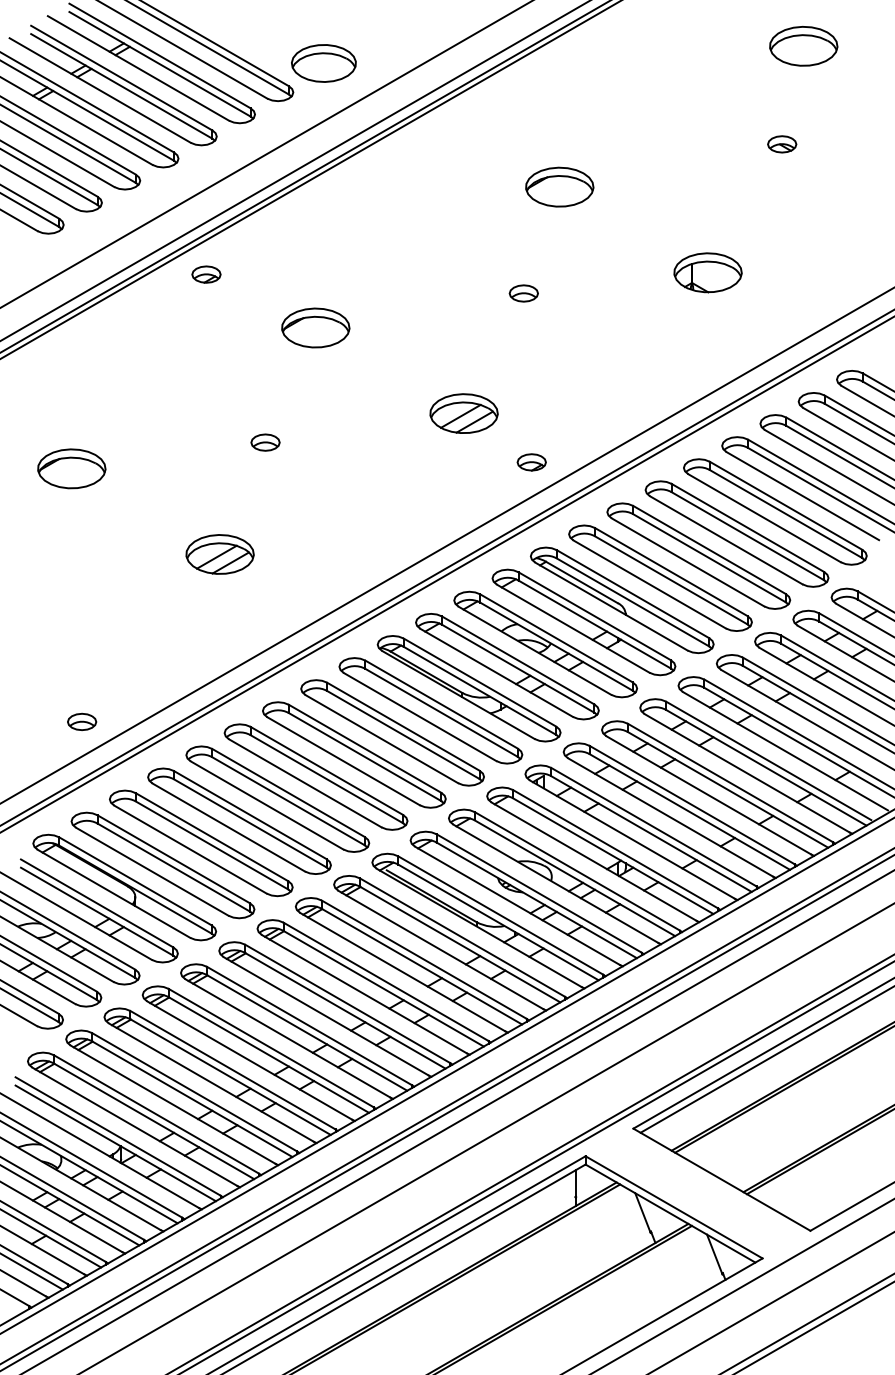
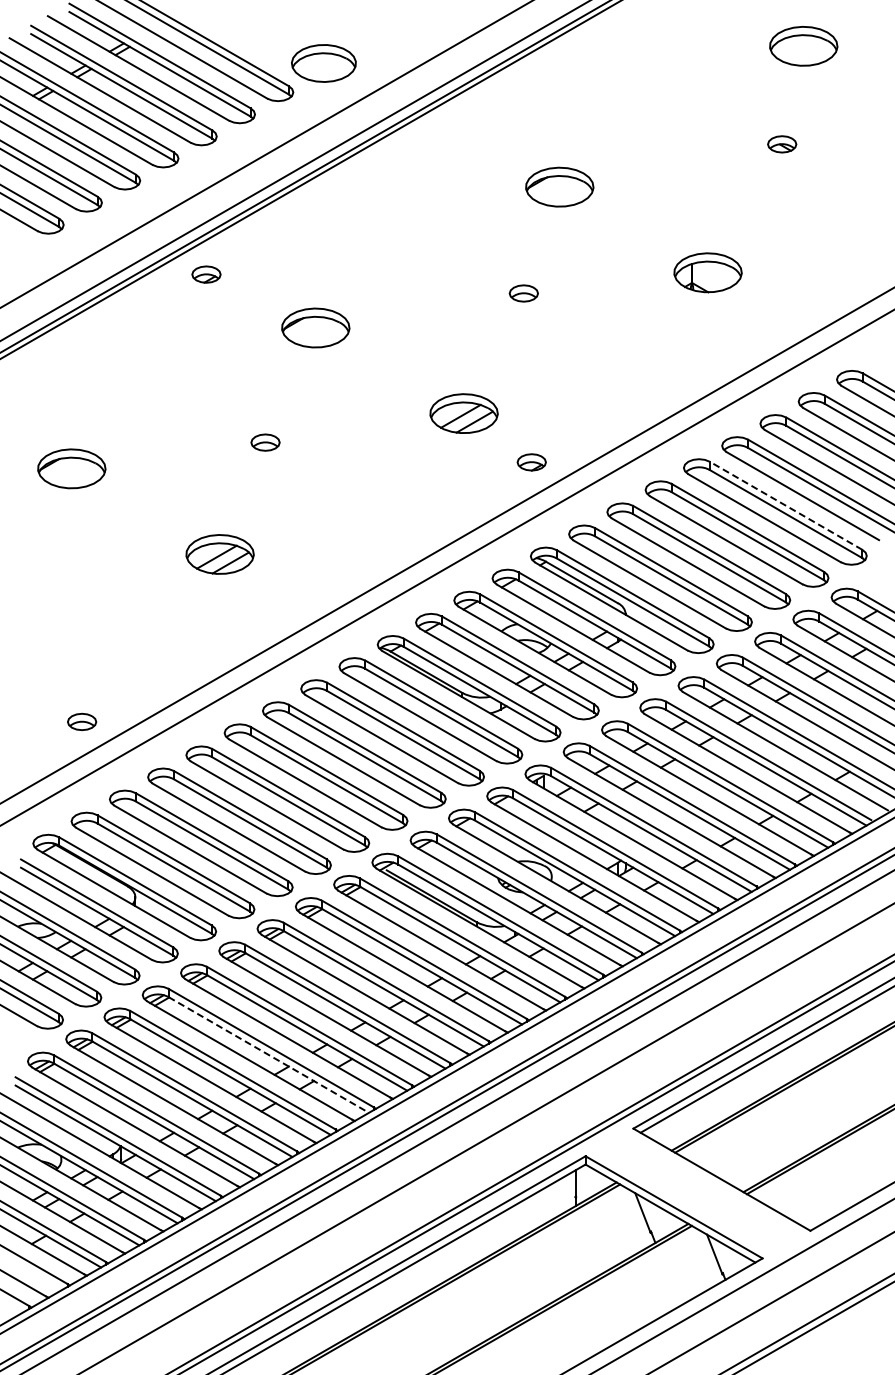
line at (785, 505): solid -> dashed
line at (446, 574): present -> none
line at (268, 1055): solid -> dashed
line at (32, 1271): present -> none
